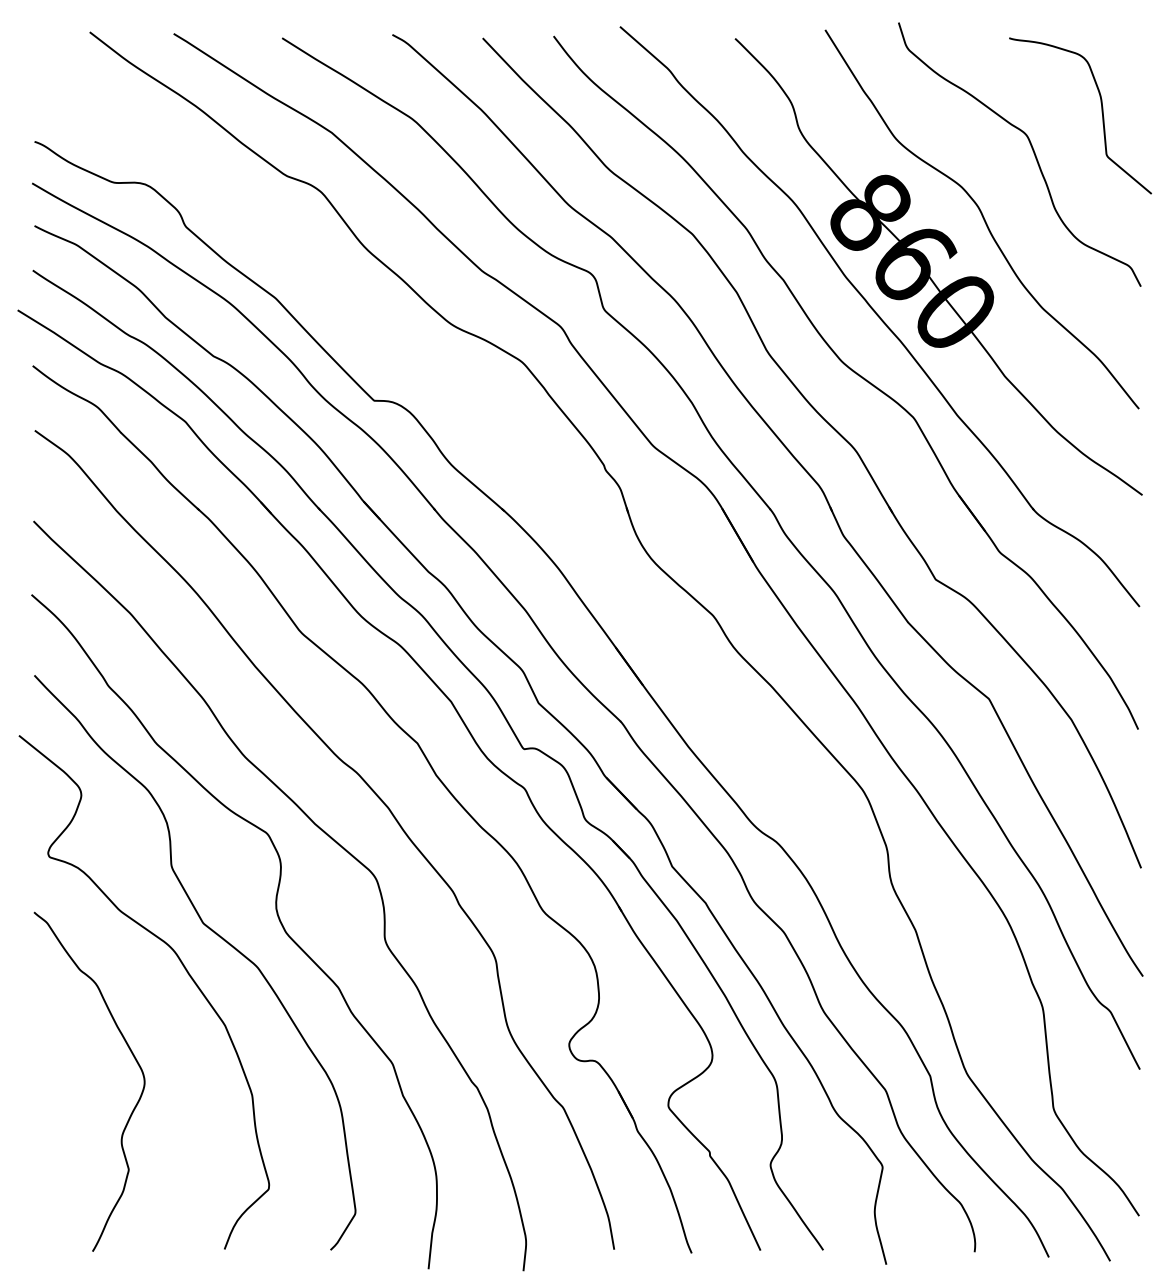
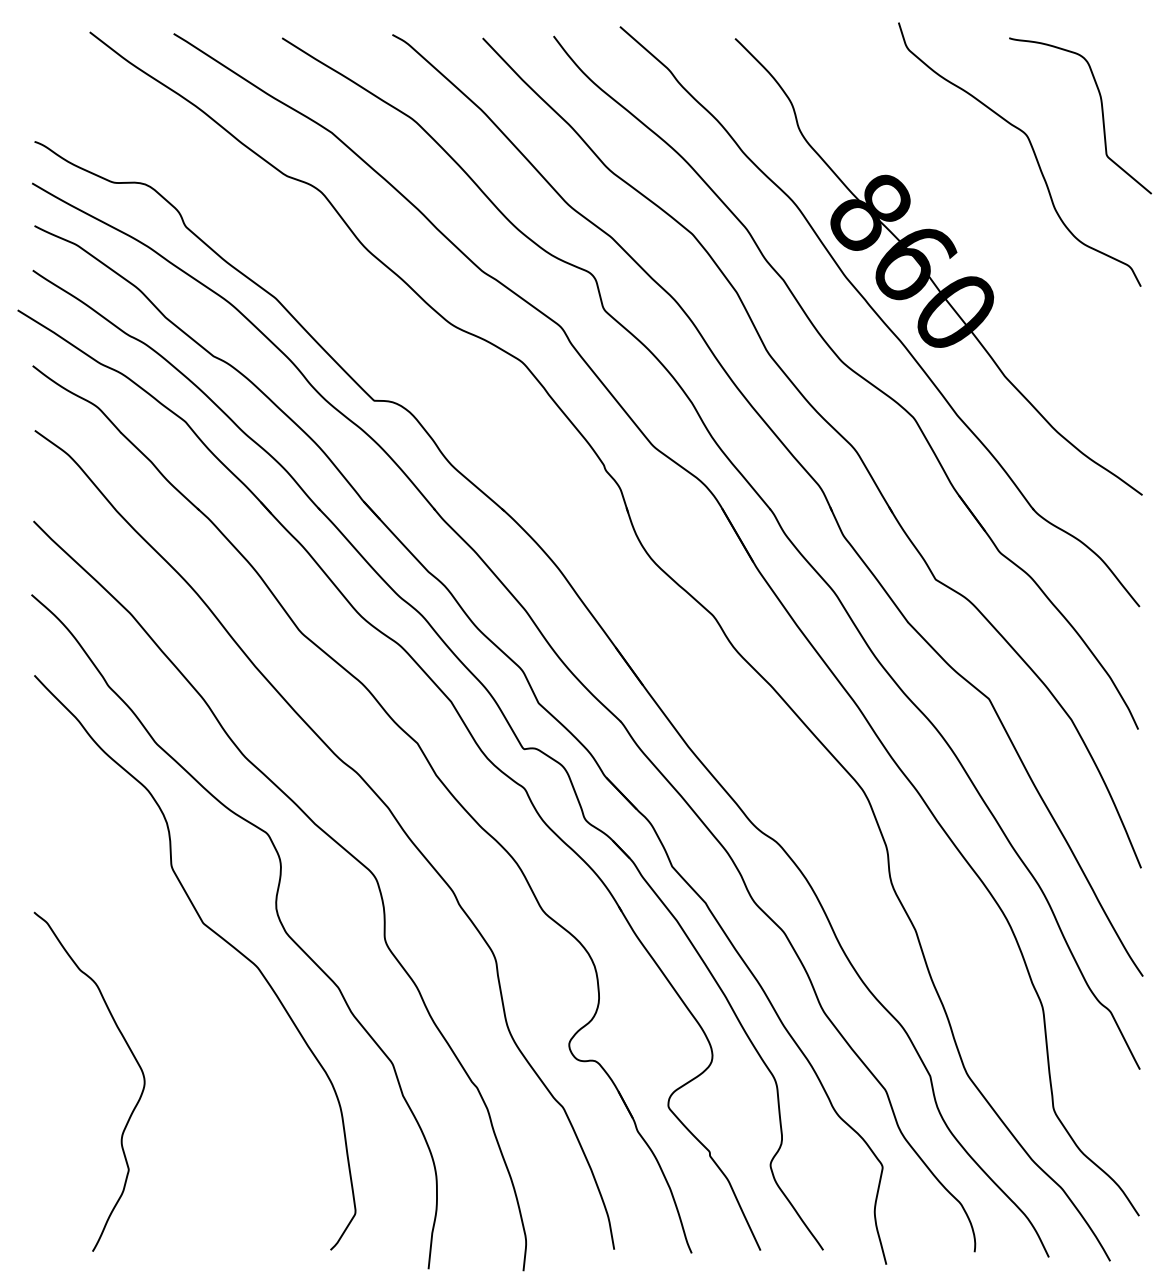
curve at (982, 218): present -> none
curve at (183, 967): present -> none
